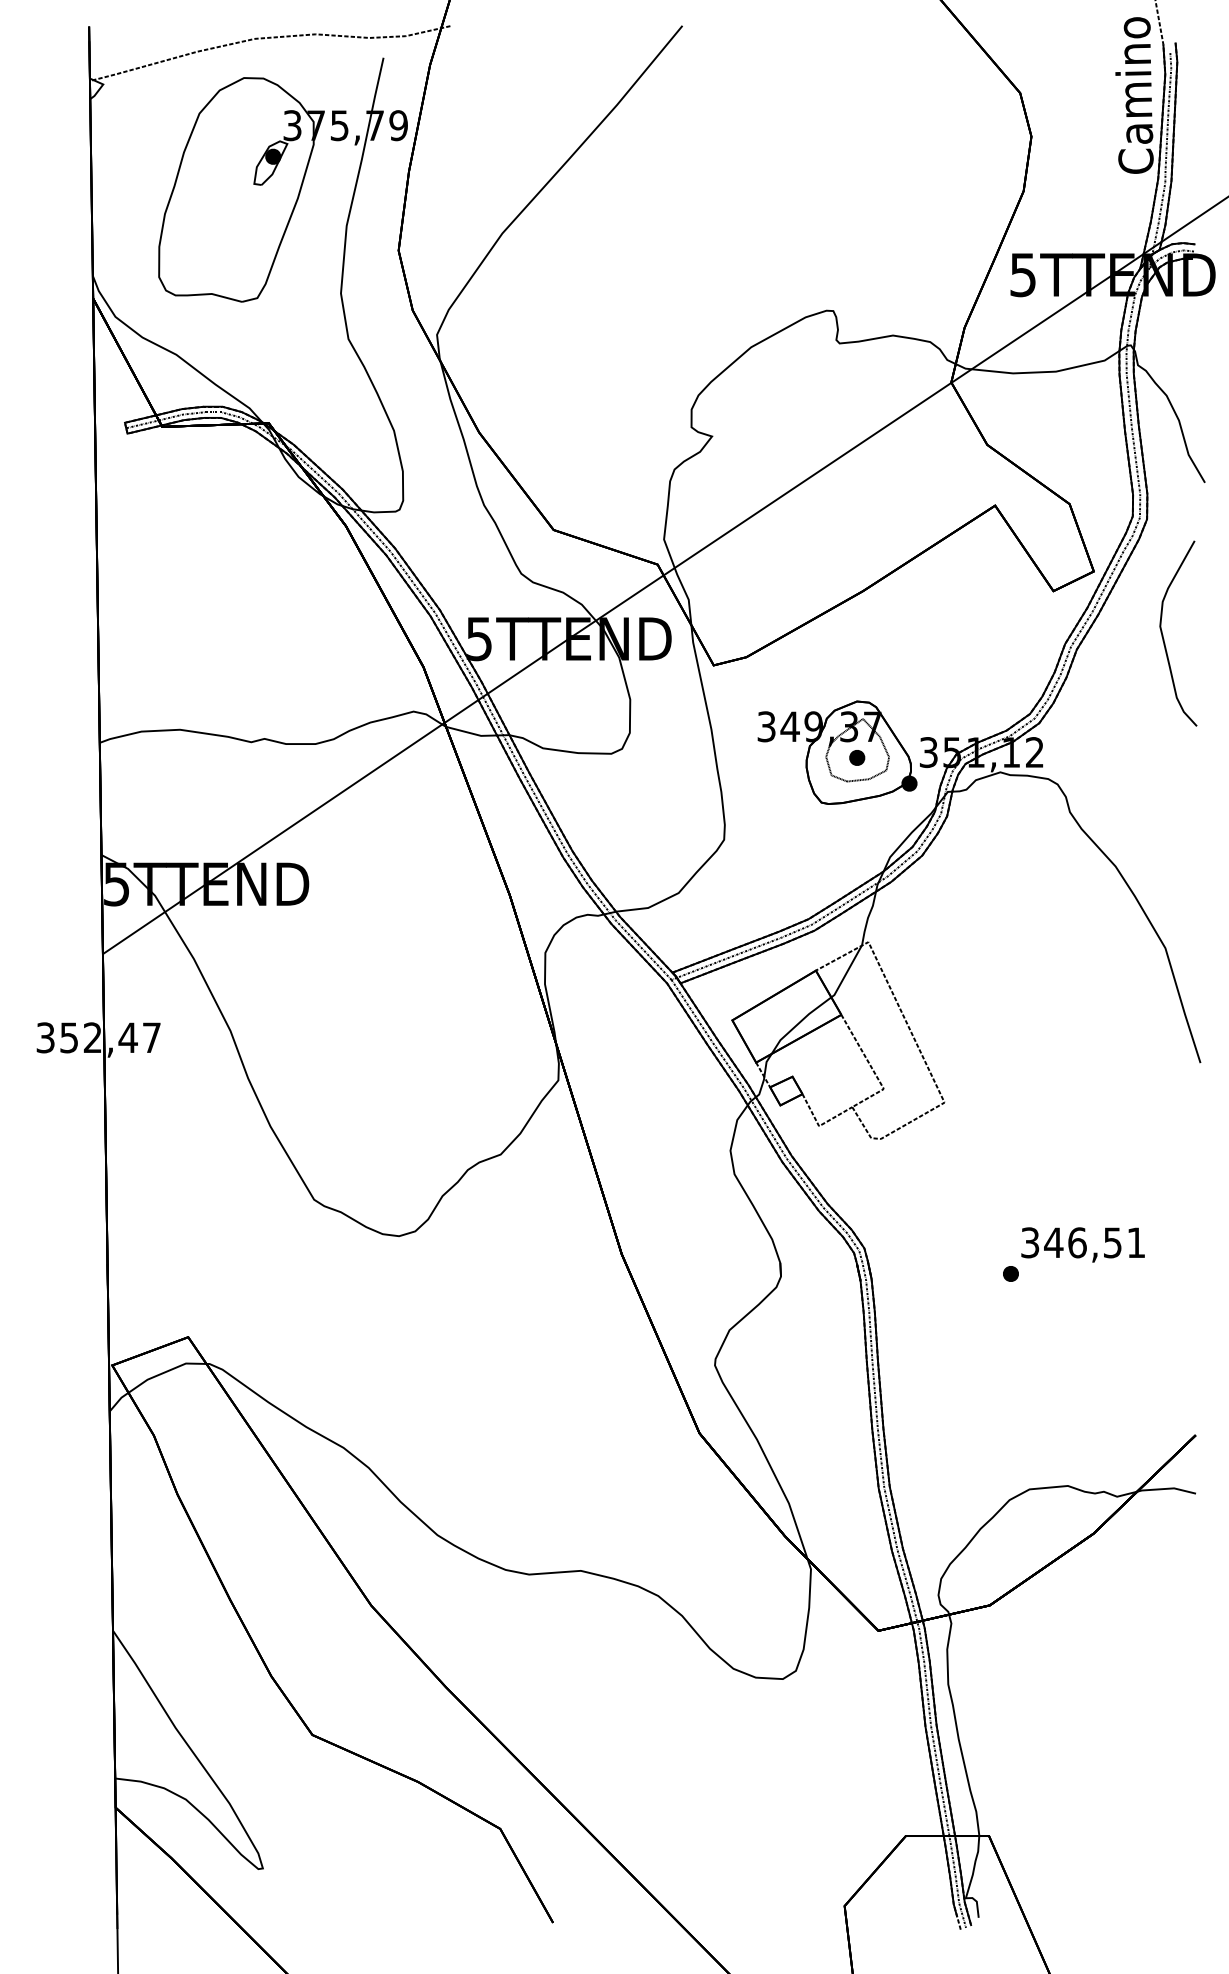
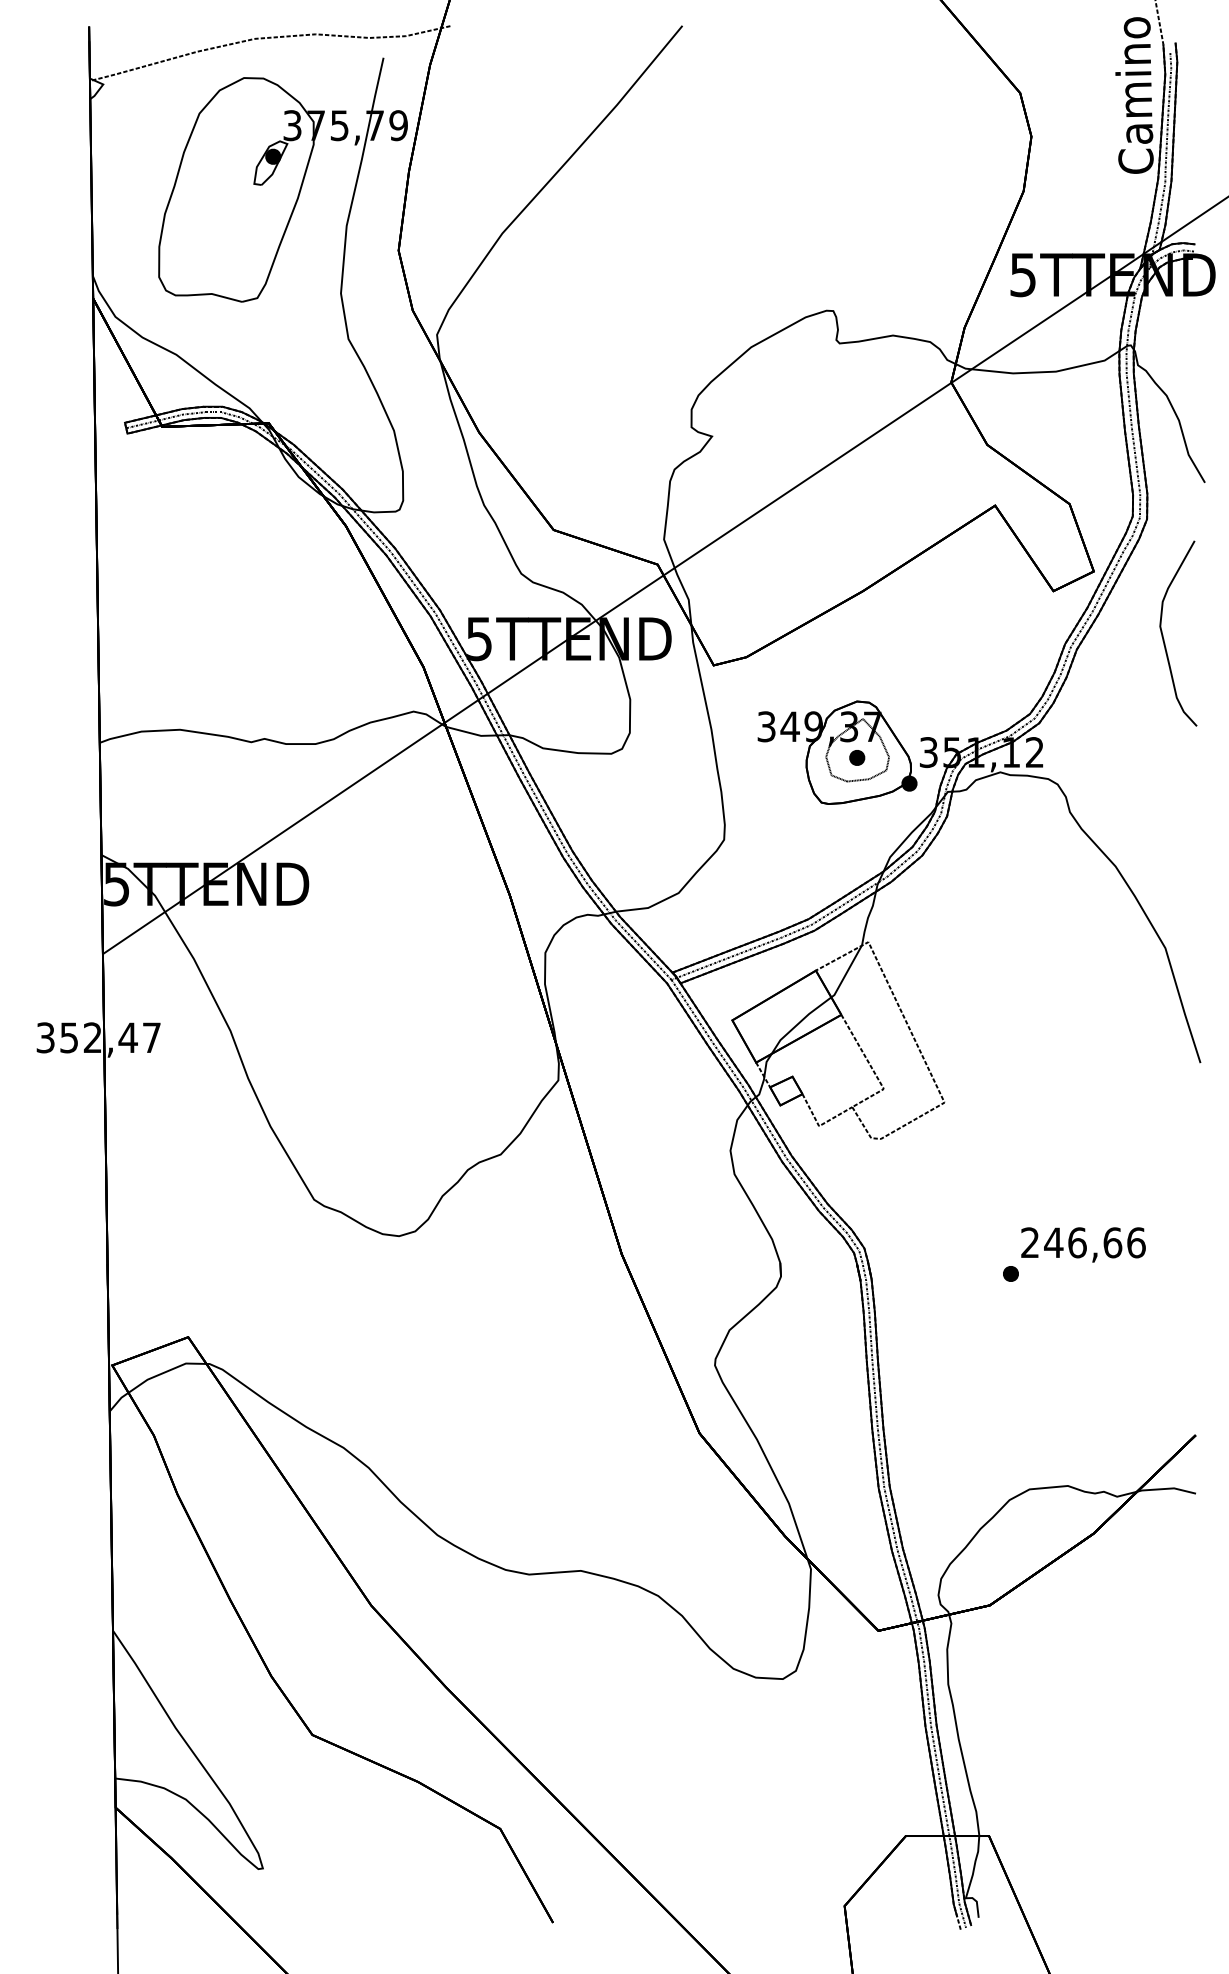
text at (1083, 1242): 346,51 -> 246,66
